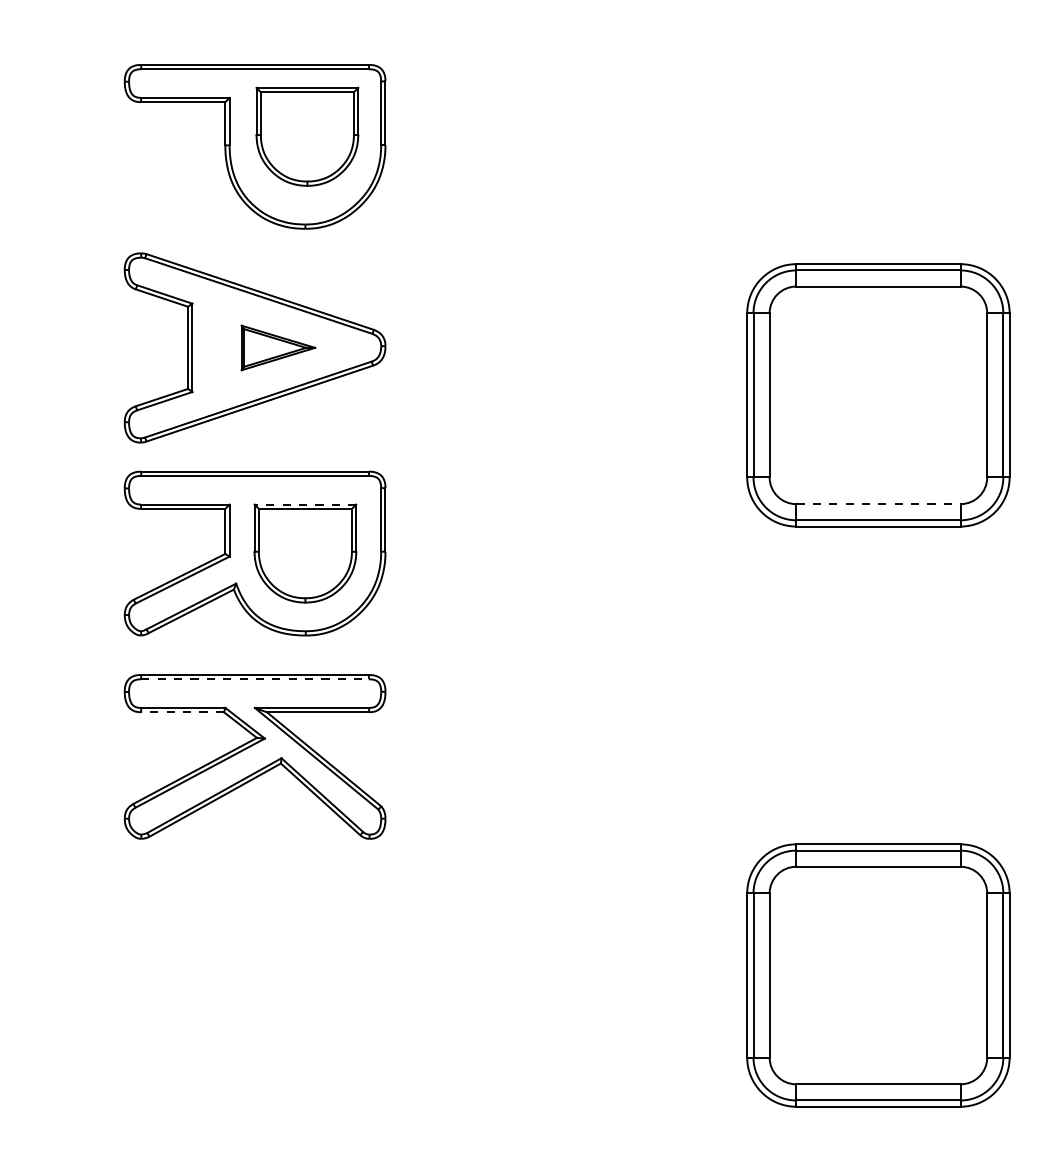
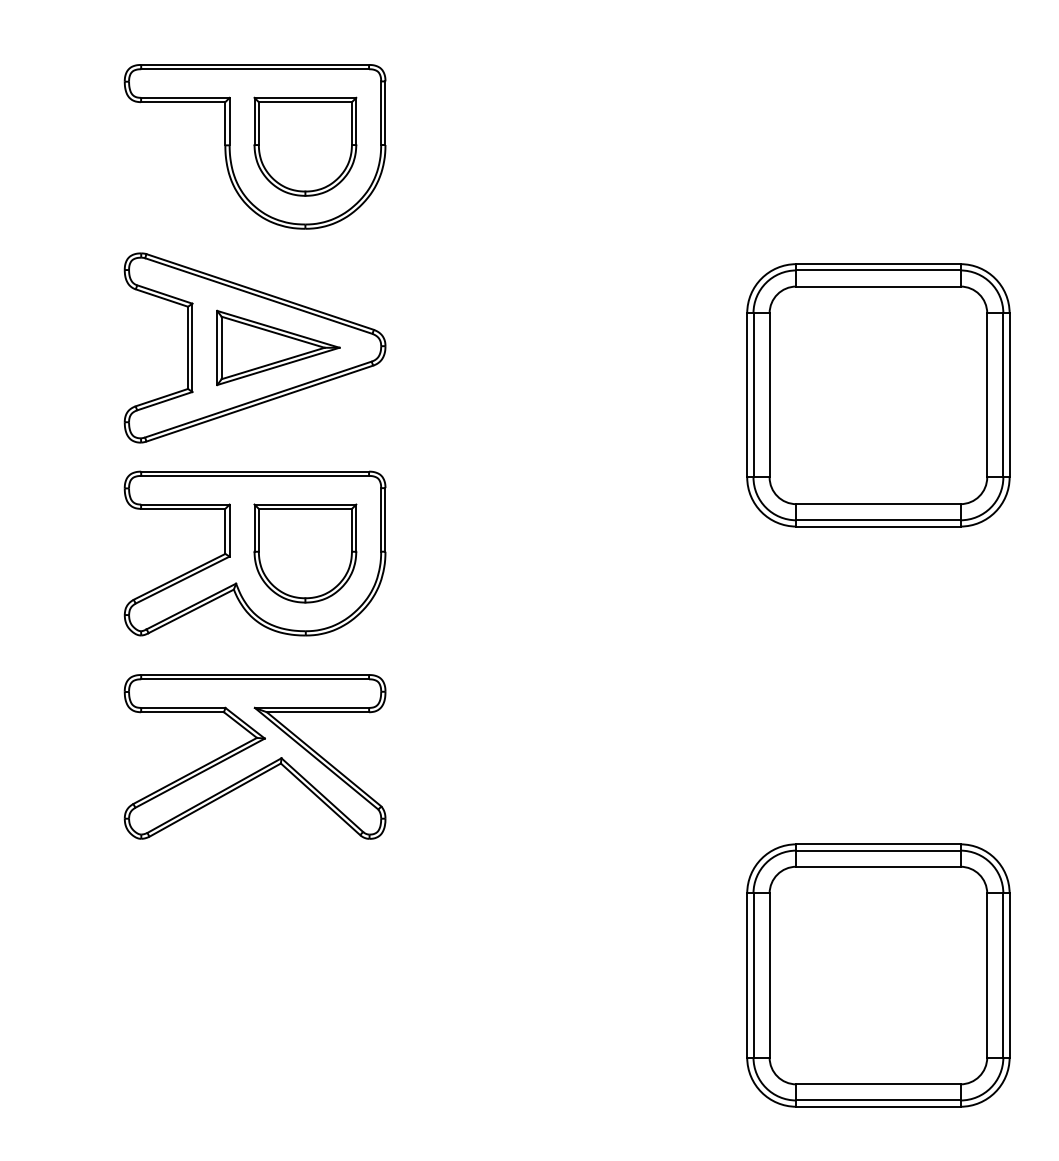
part at (307, 136) position: (307, 136) -> (305, 146)
part at (278, 347) size: 77x48 px -> 125x78 px
line at (305, 504): dashed -> solid
line at (878, 504): dashed -> solid
line at (255, 679): dashed -> solid
line at (182, 712): dashed -> solid
